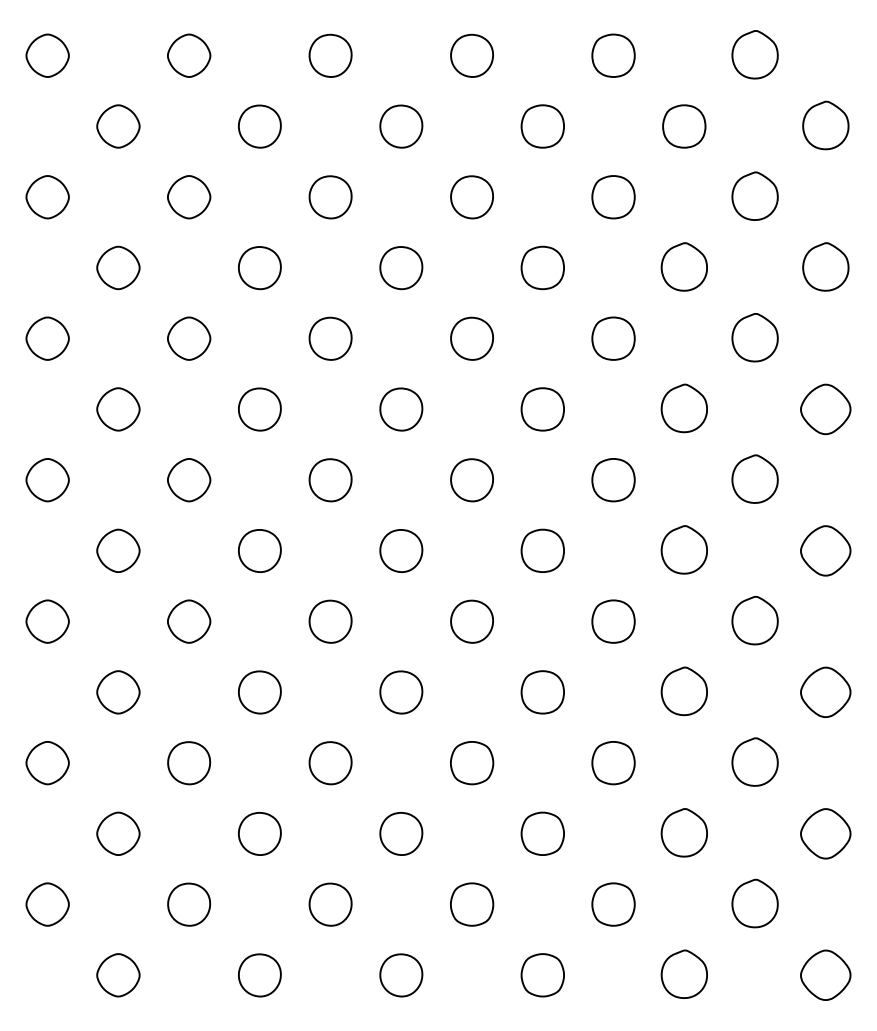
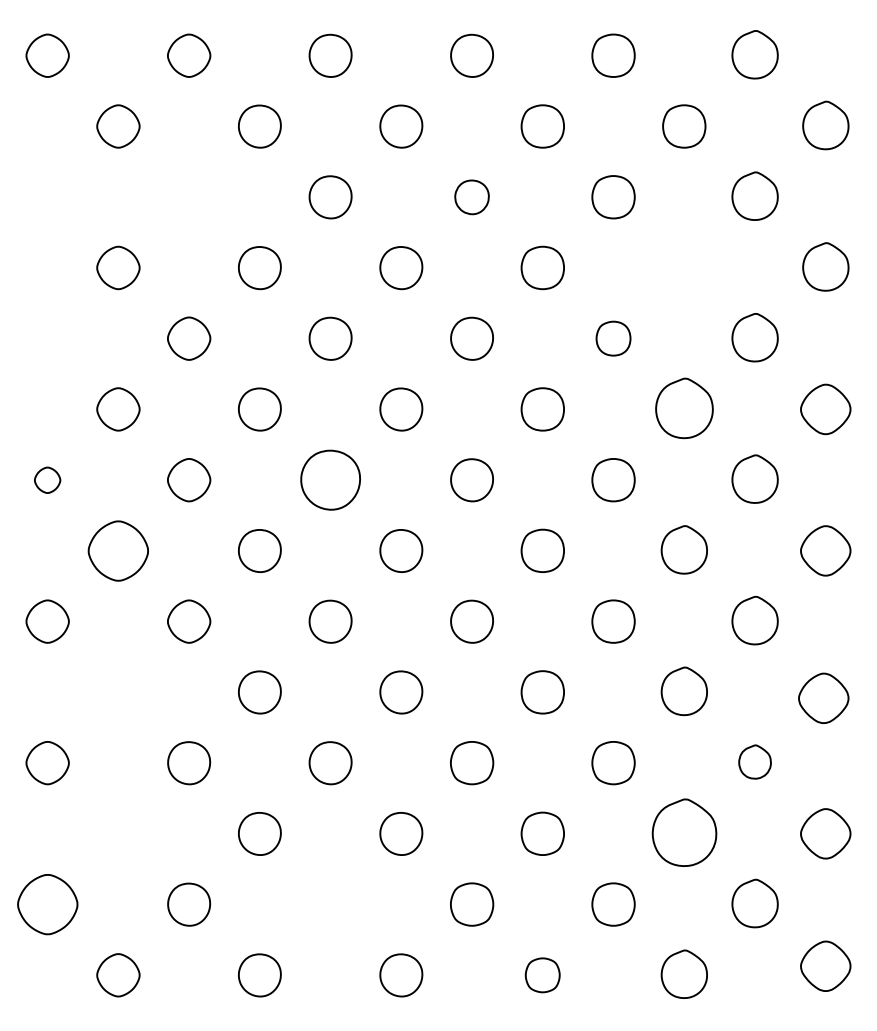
part at (47, 197): present -> none
part at (189, 197): present -> none
part at (471, 197) size: 44x45 px -> 36x37 px
part at (683, 266): present -> none
part at (47, 338): present -> none
part at (613, 338) size: 45x45 px -> 37x37 px
part at (683, 408) size: 48x51 px -> 59x63 px
part at (47, 480) size: 45x45 px -> 28x28 px
part at (330, 480) size: 45x45 px -> 61x62 px
part at (118, 550) size: 45x45 px -> 62x62 px
part at (825, 691) position: (825, 691) -> (823, 697)
part at (118, 692): present -> none
part at (754, 761) size: 48x50 px -> 34x36 px
part at (683, 832) size: 48x50 px -> 67x69 px
part at (118, 833): present -> none
part at (47, 904) size: 45x45 px -> 62x62 px
part at (330, 904): present -> none
part at (825, 974) position: (825, 974) -> (825, 965)
part at (542, 975) size: 45x45 px -> 37x37 px
